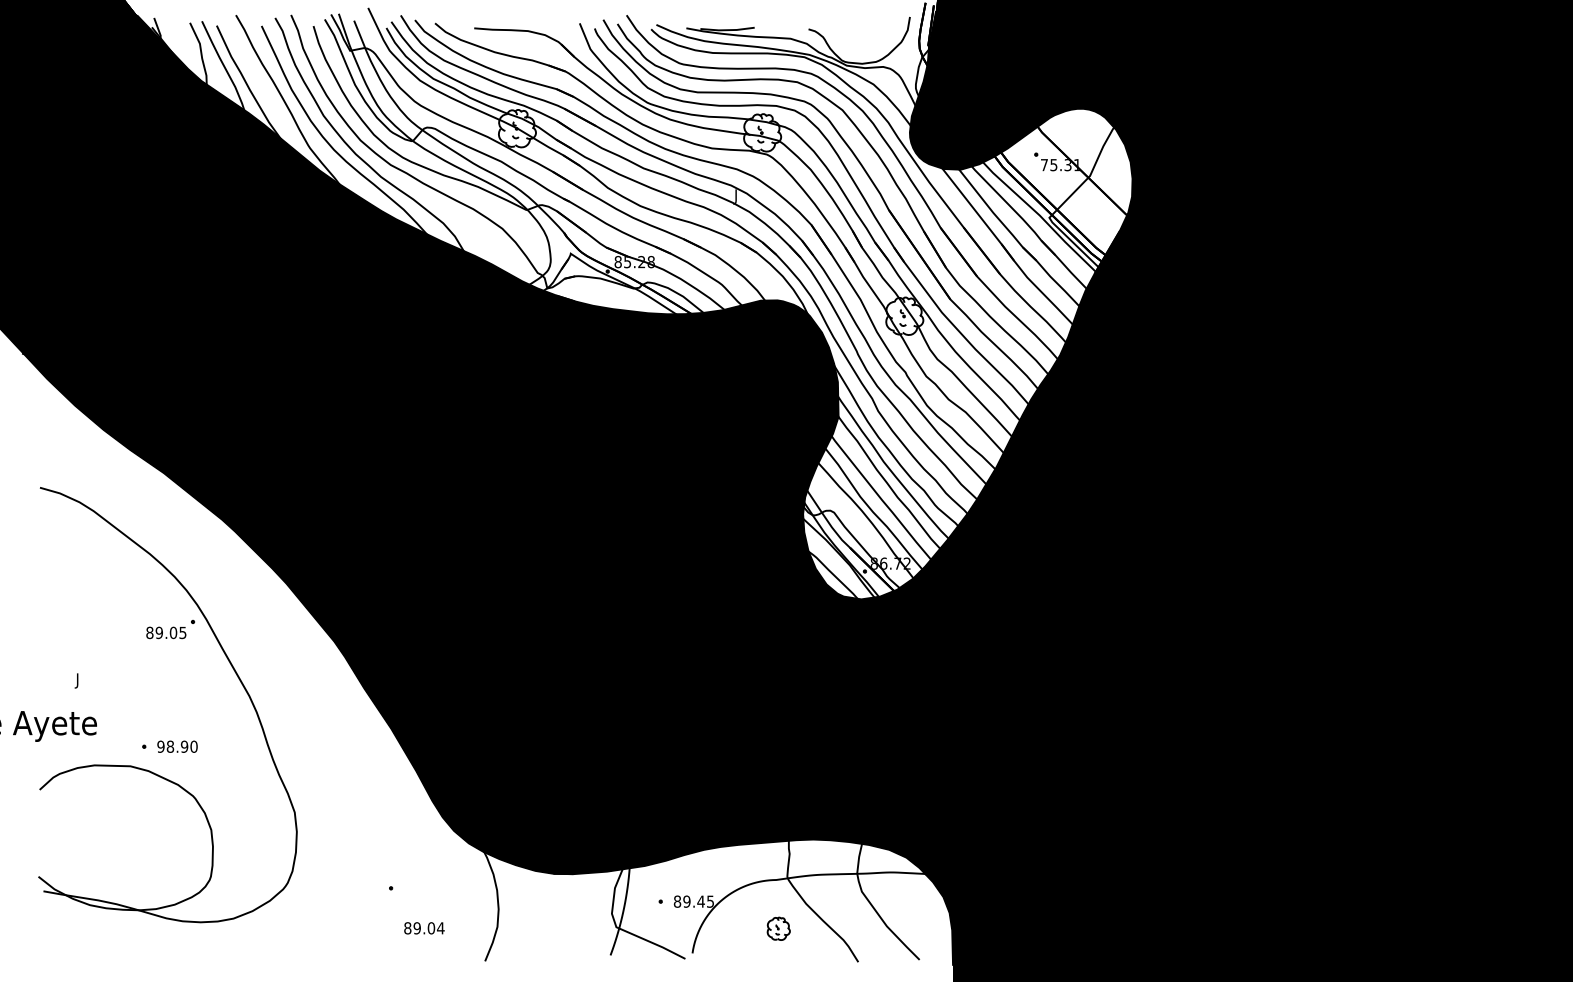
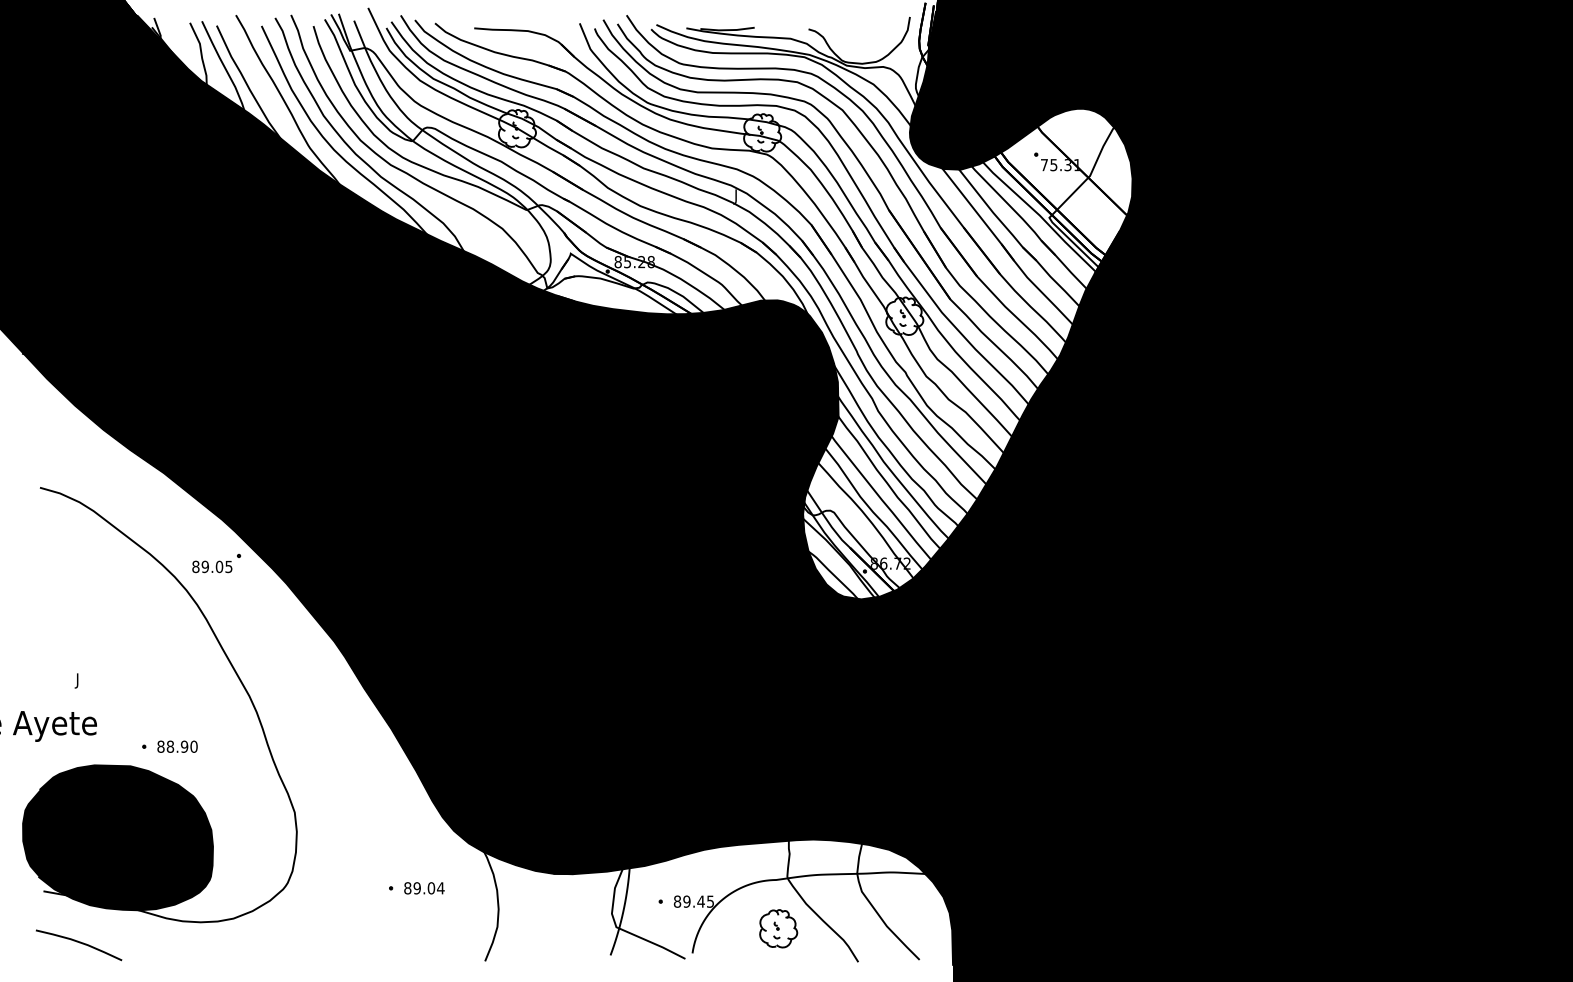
part at (170, 629) position: (170, 629) -> (216, 563)
text at (160, 746): 98.90 -> 88.90
fill at (117, 837): none -> present
text at (424, 928) position: (424, 928) -> (424, 888)
part at (778, 928) size: 25x25 px -> 40x40 px
curve at (79, 943): none -> present
